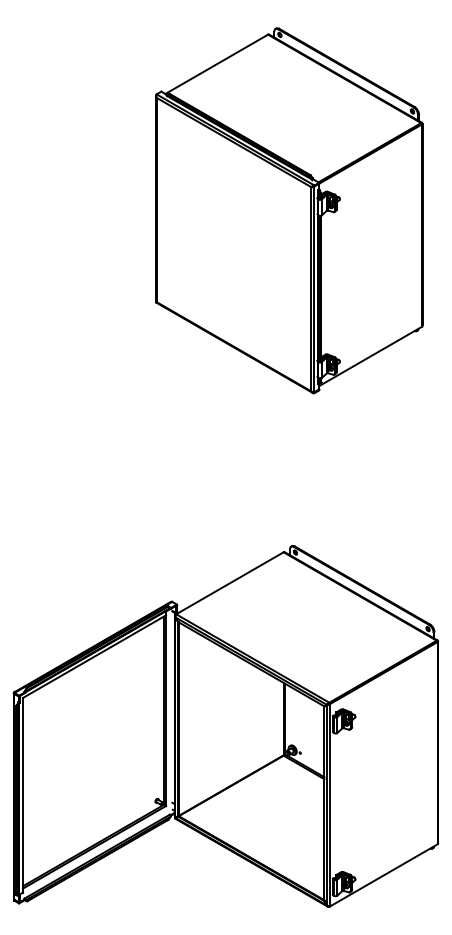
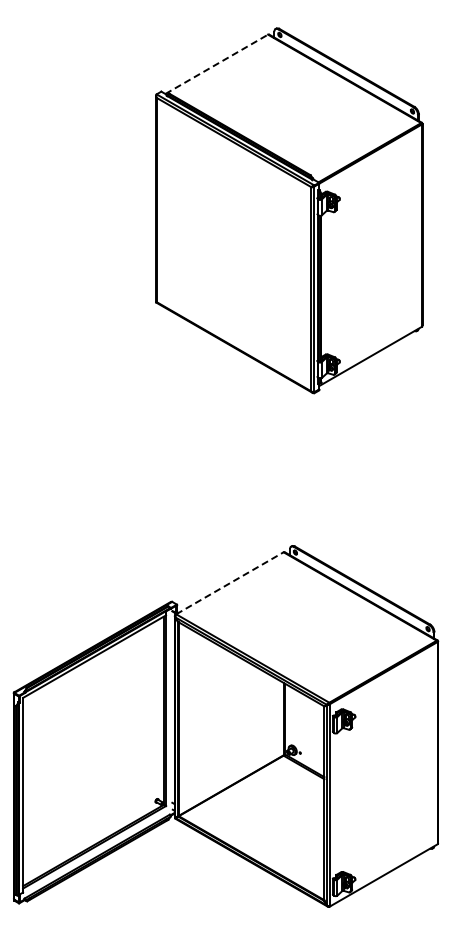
line at (217, 64): solid -> dashed
line at (230, 583): solid -> dashed
